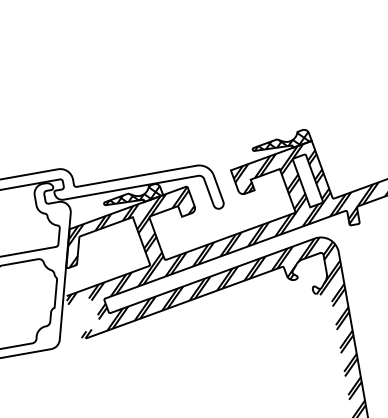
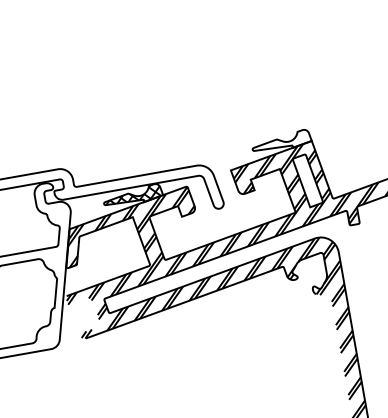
hatch at (281, 140): present -> none
